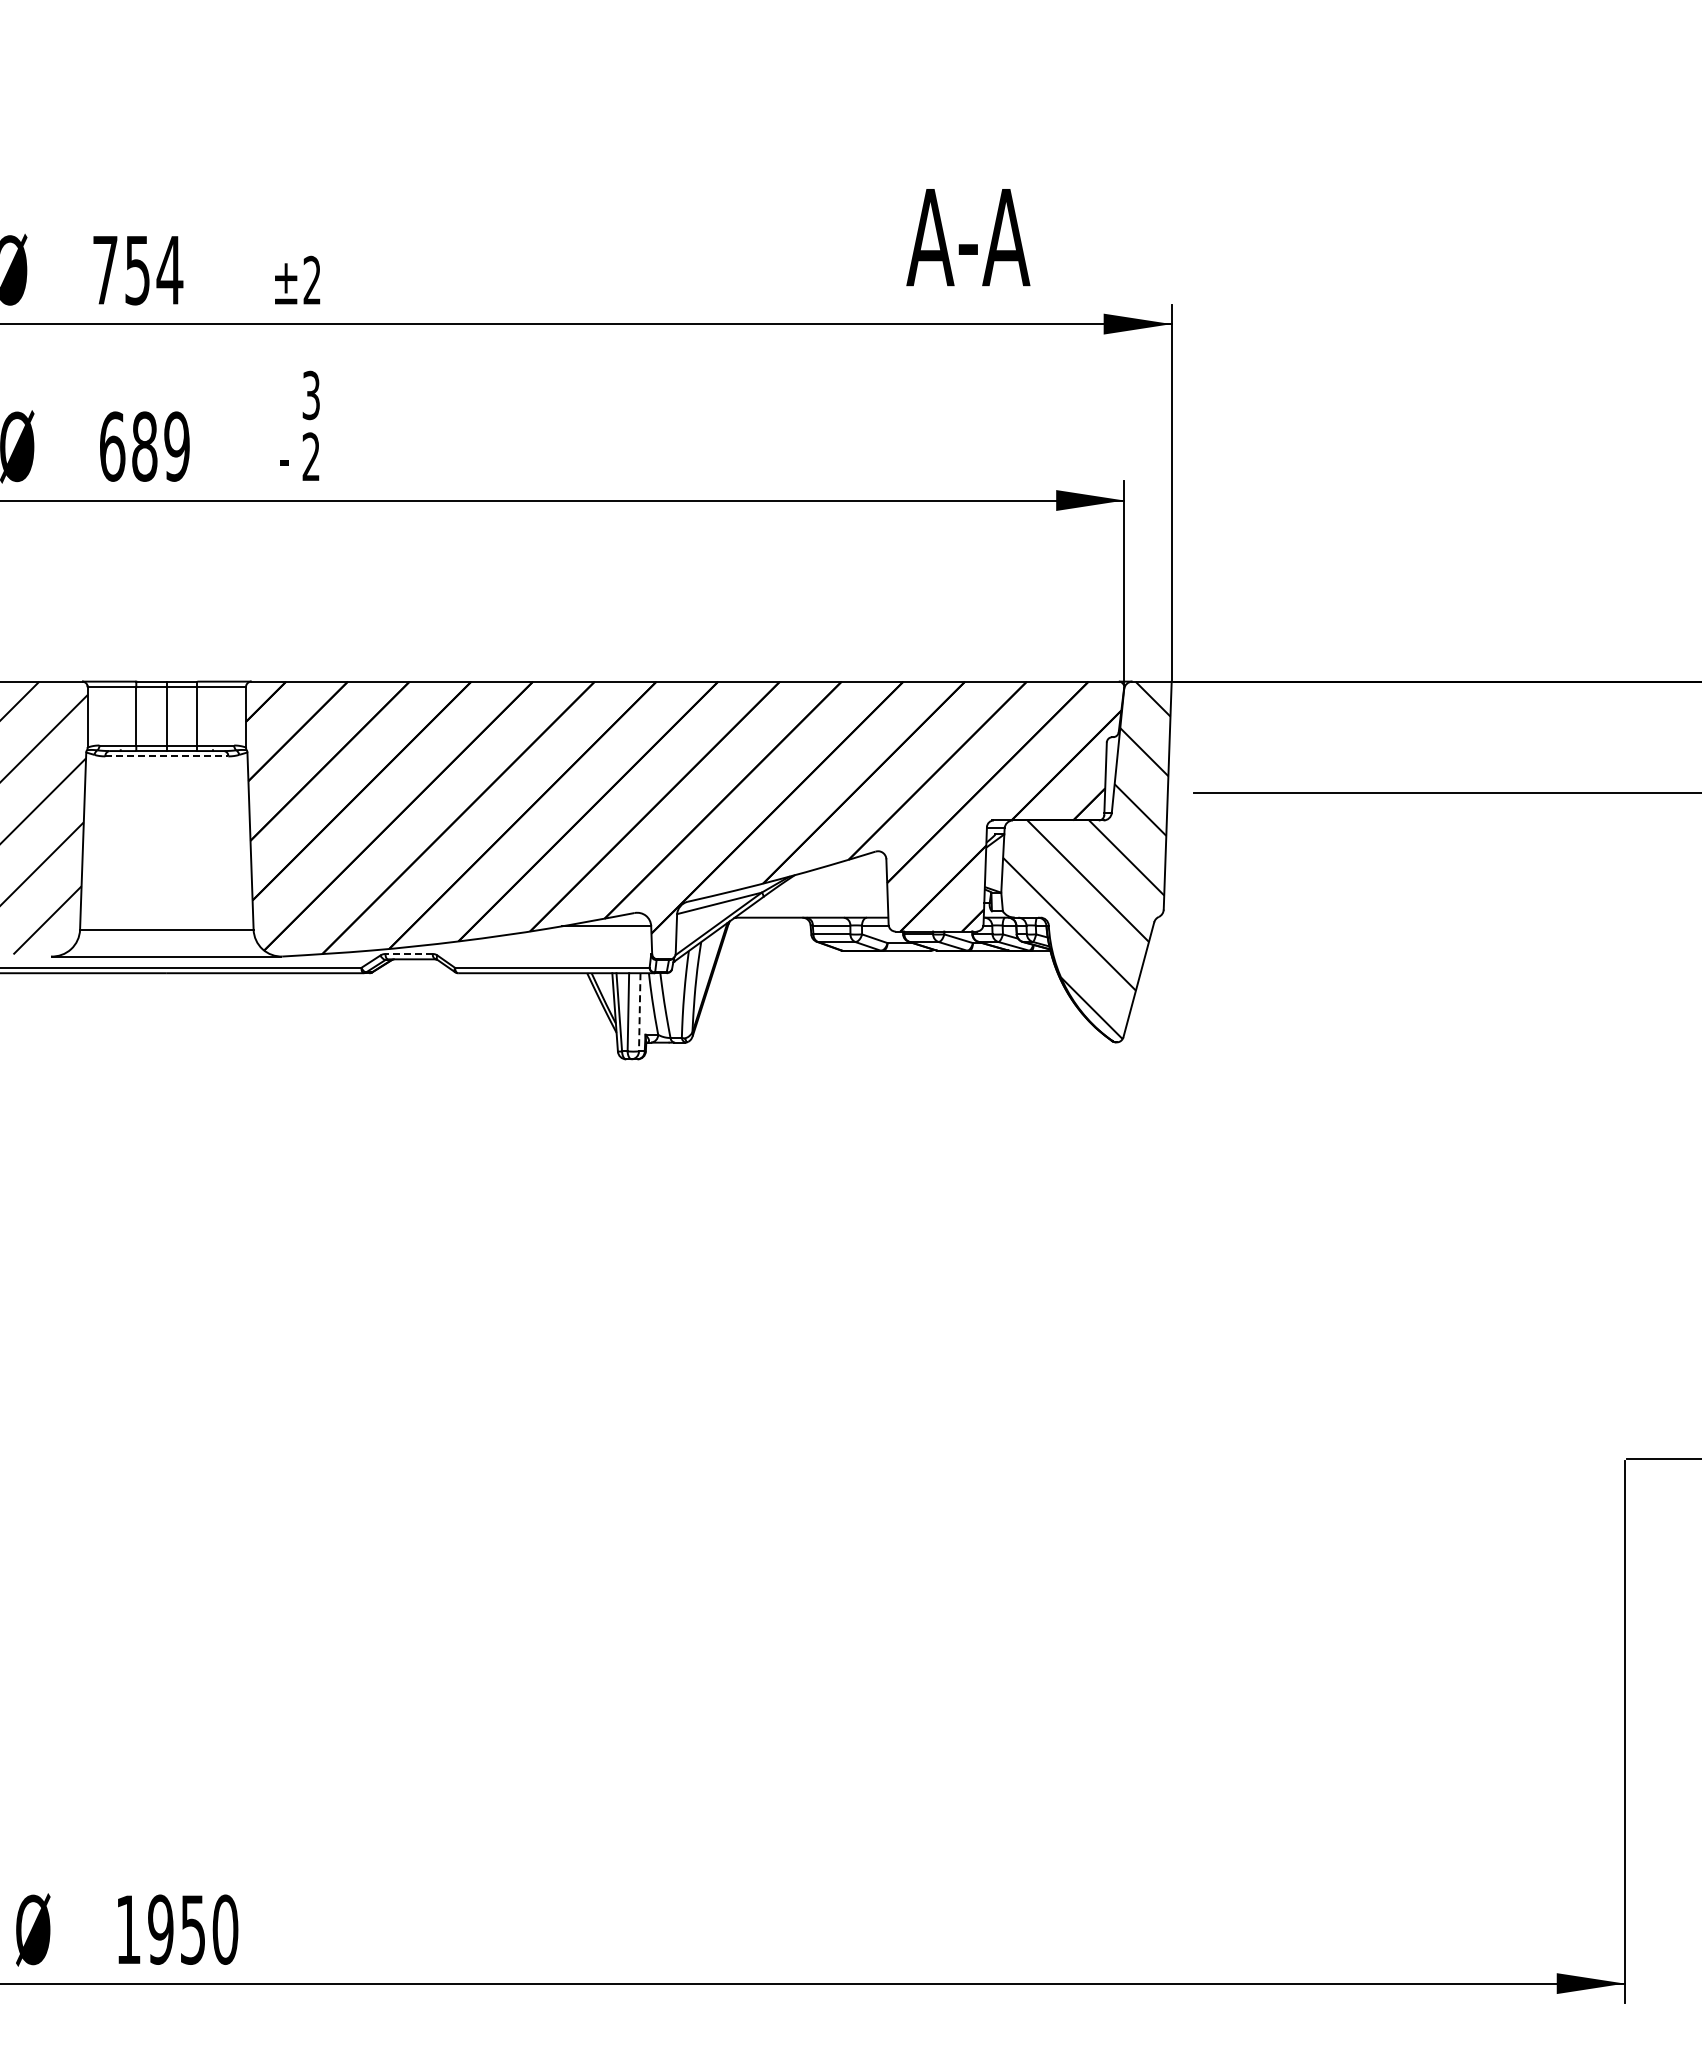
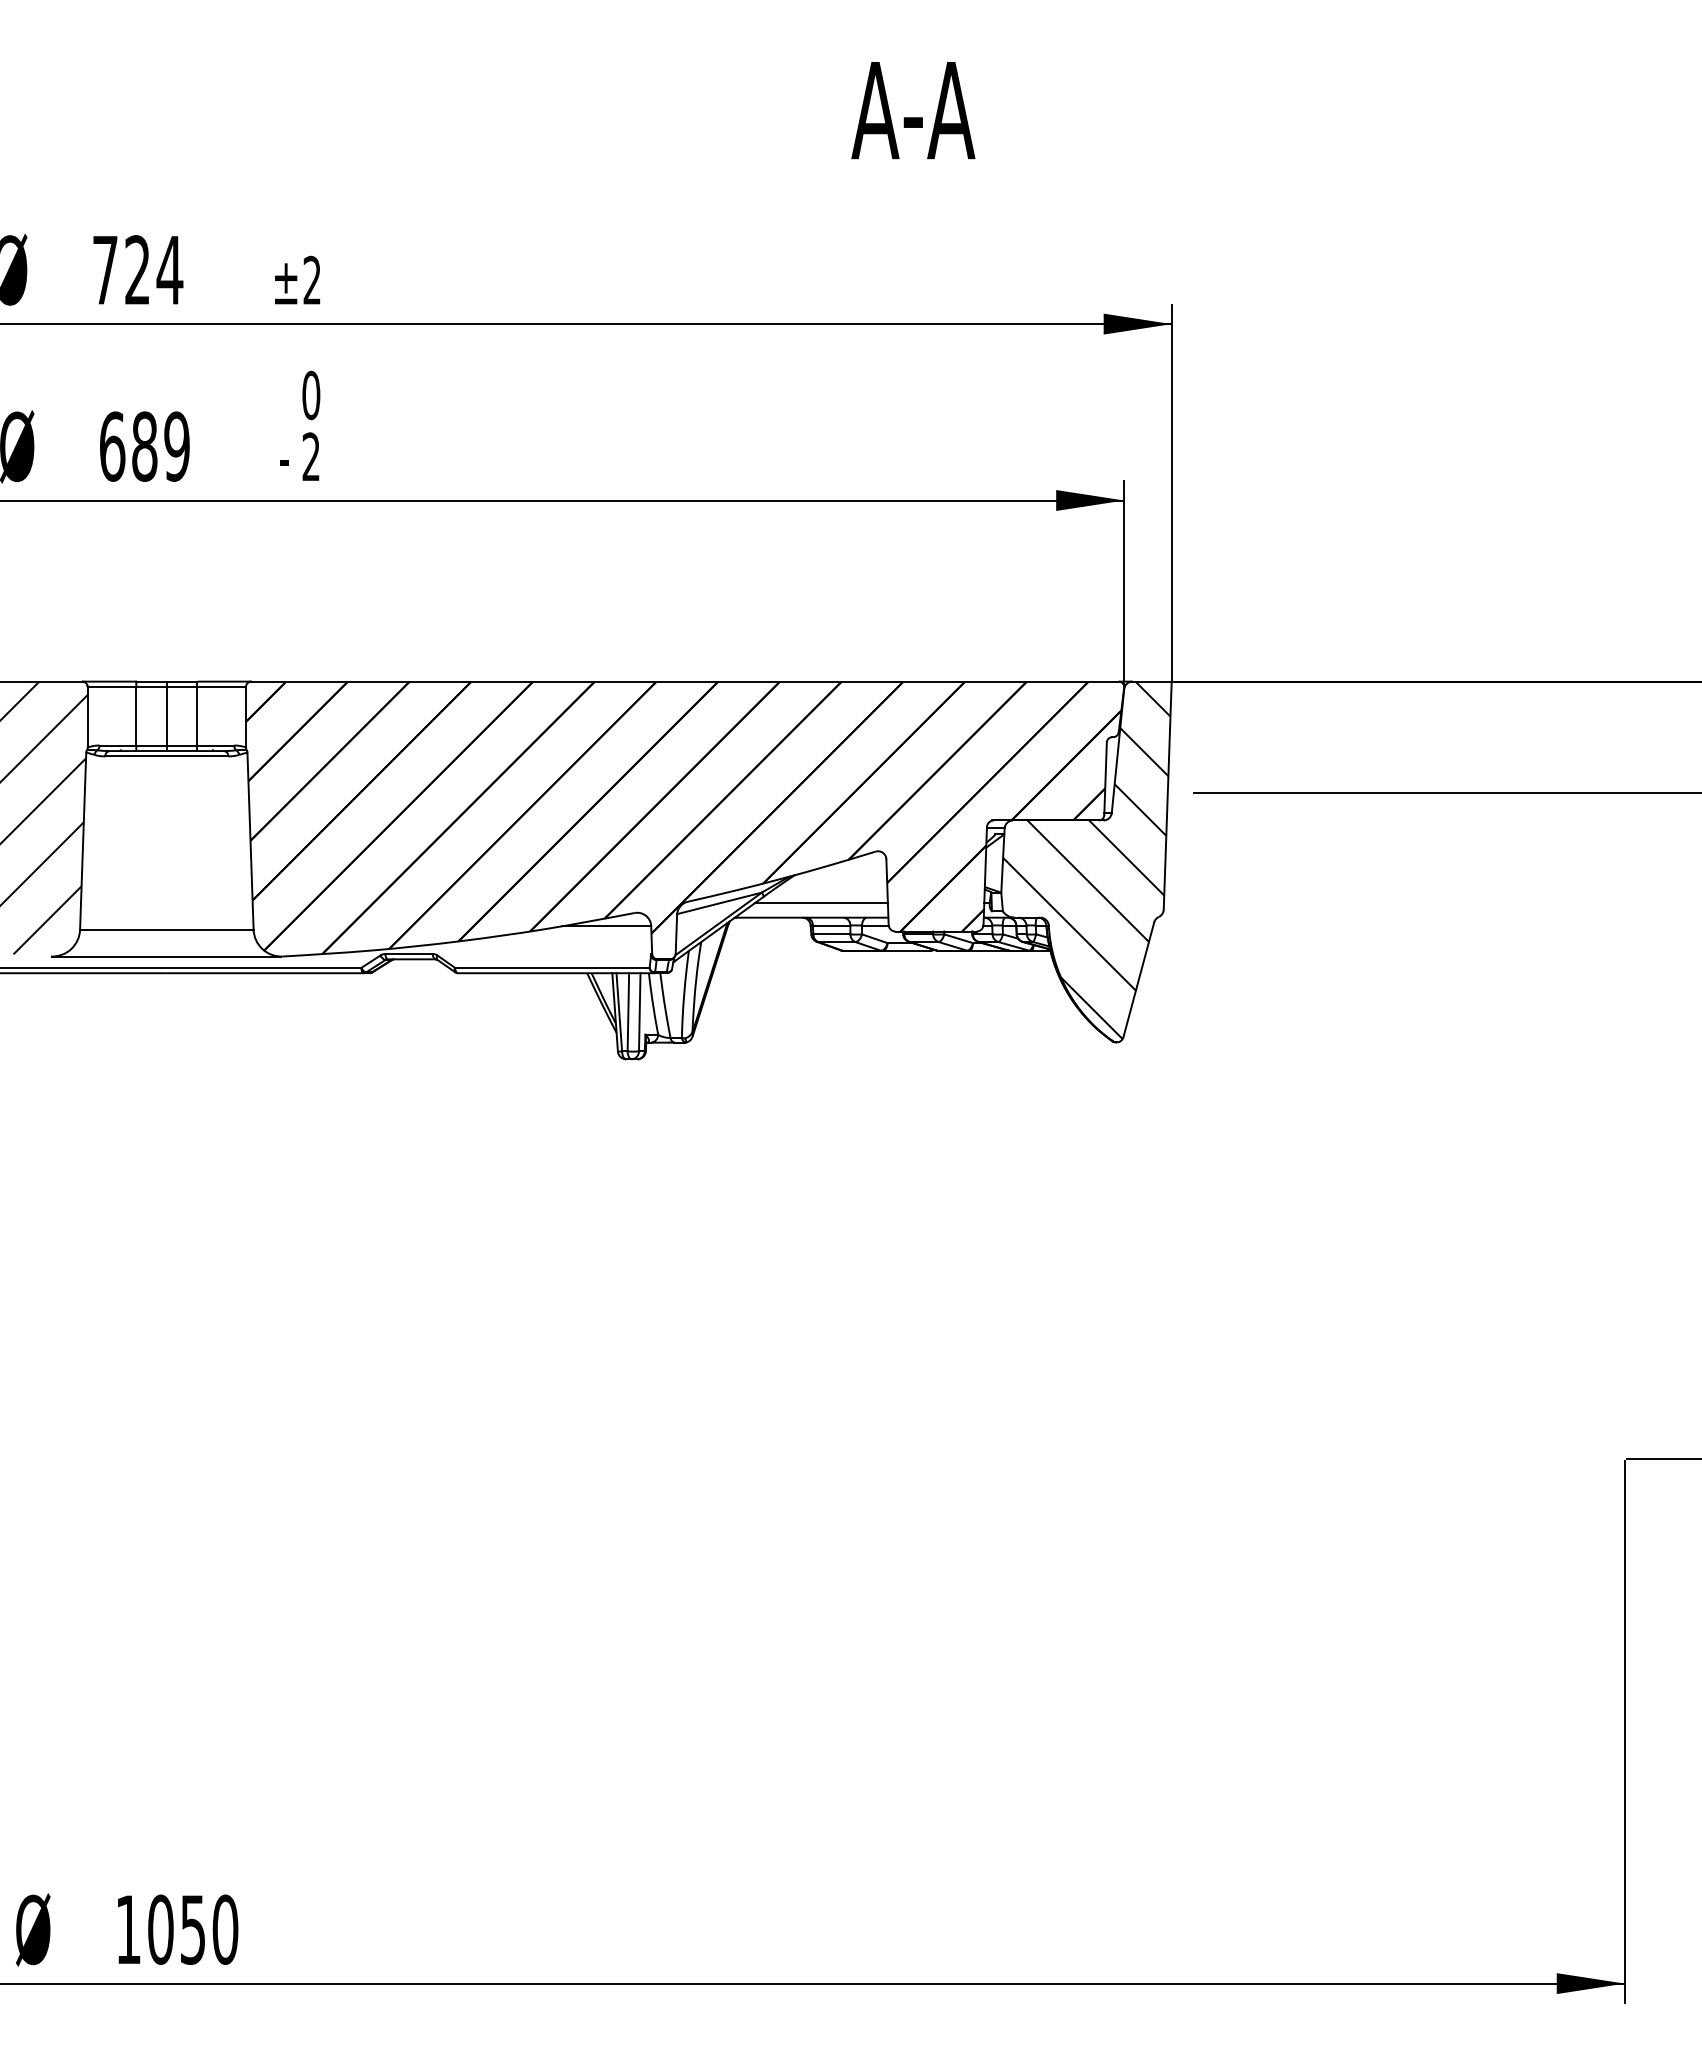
text at (968, 237) position: (968, 237) -> (913, 110)
text at (137, 270): 754 -> 724
text at (311, 395): 3 -> 0
line at (166, 756): dashed -> solid
line at (821, 903): none -> present
line at (409, 953): dashed -> solid
line at (639, 1012): dashed -> solid
text at (160, 1929): 1950 -> 1050
